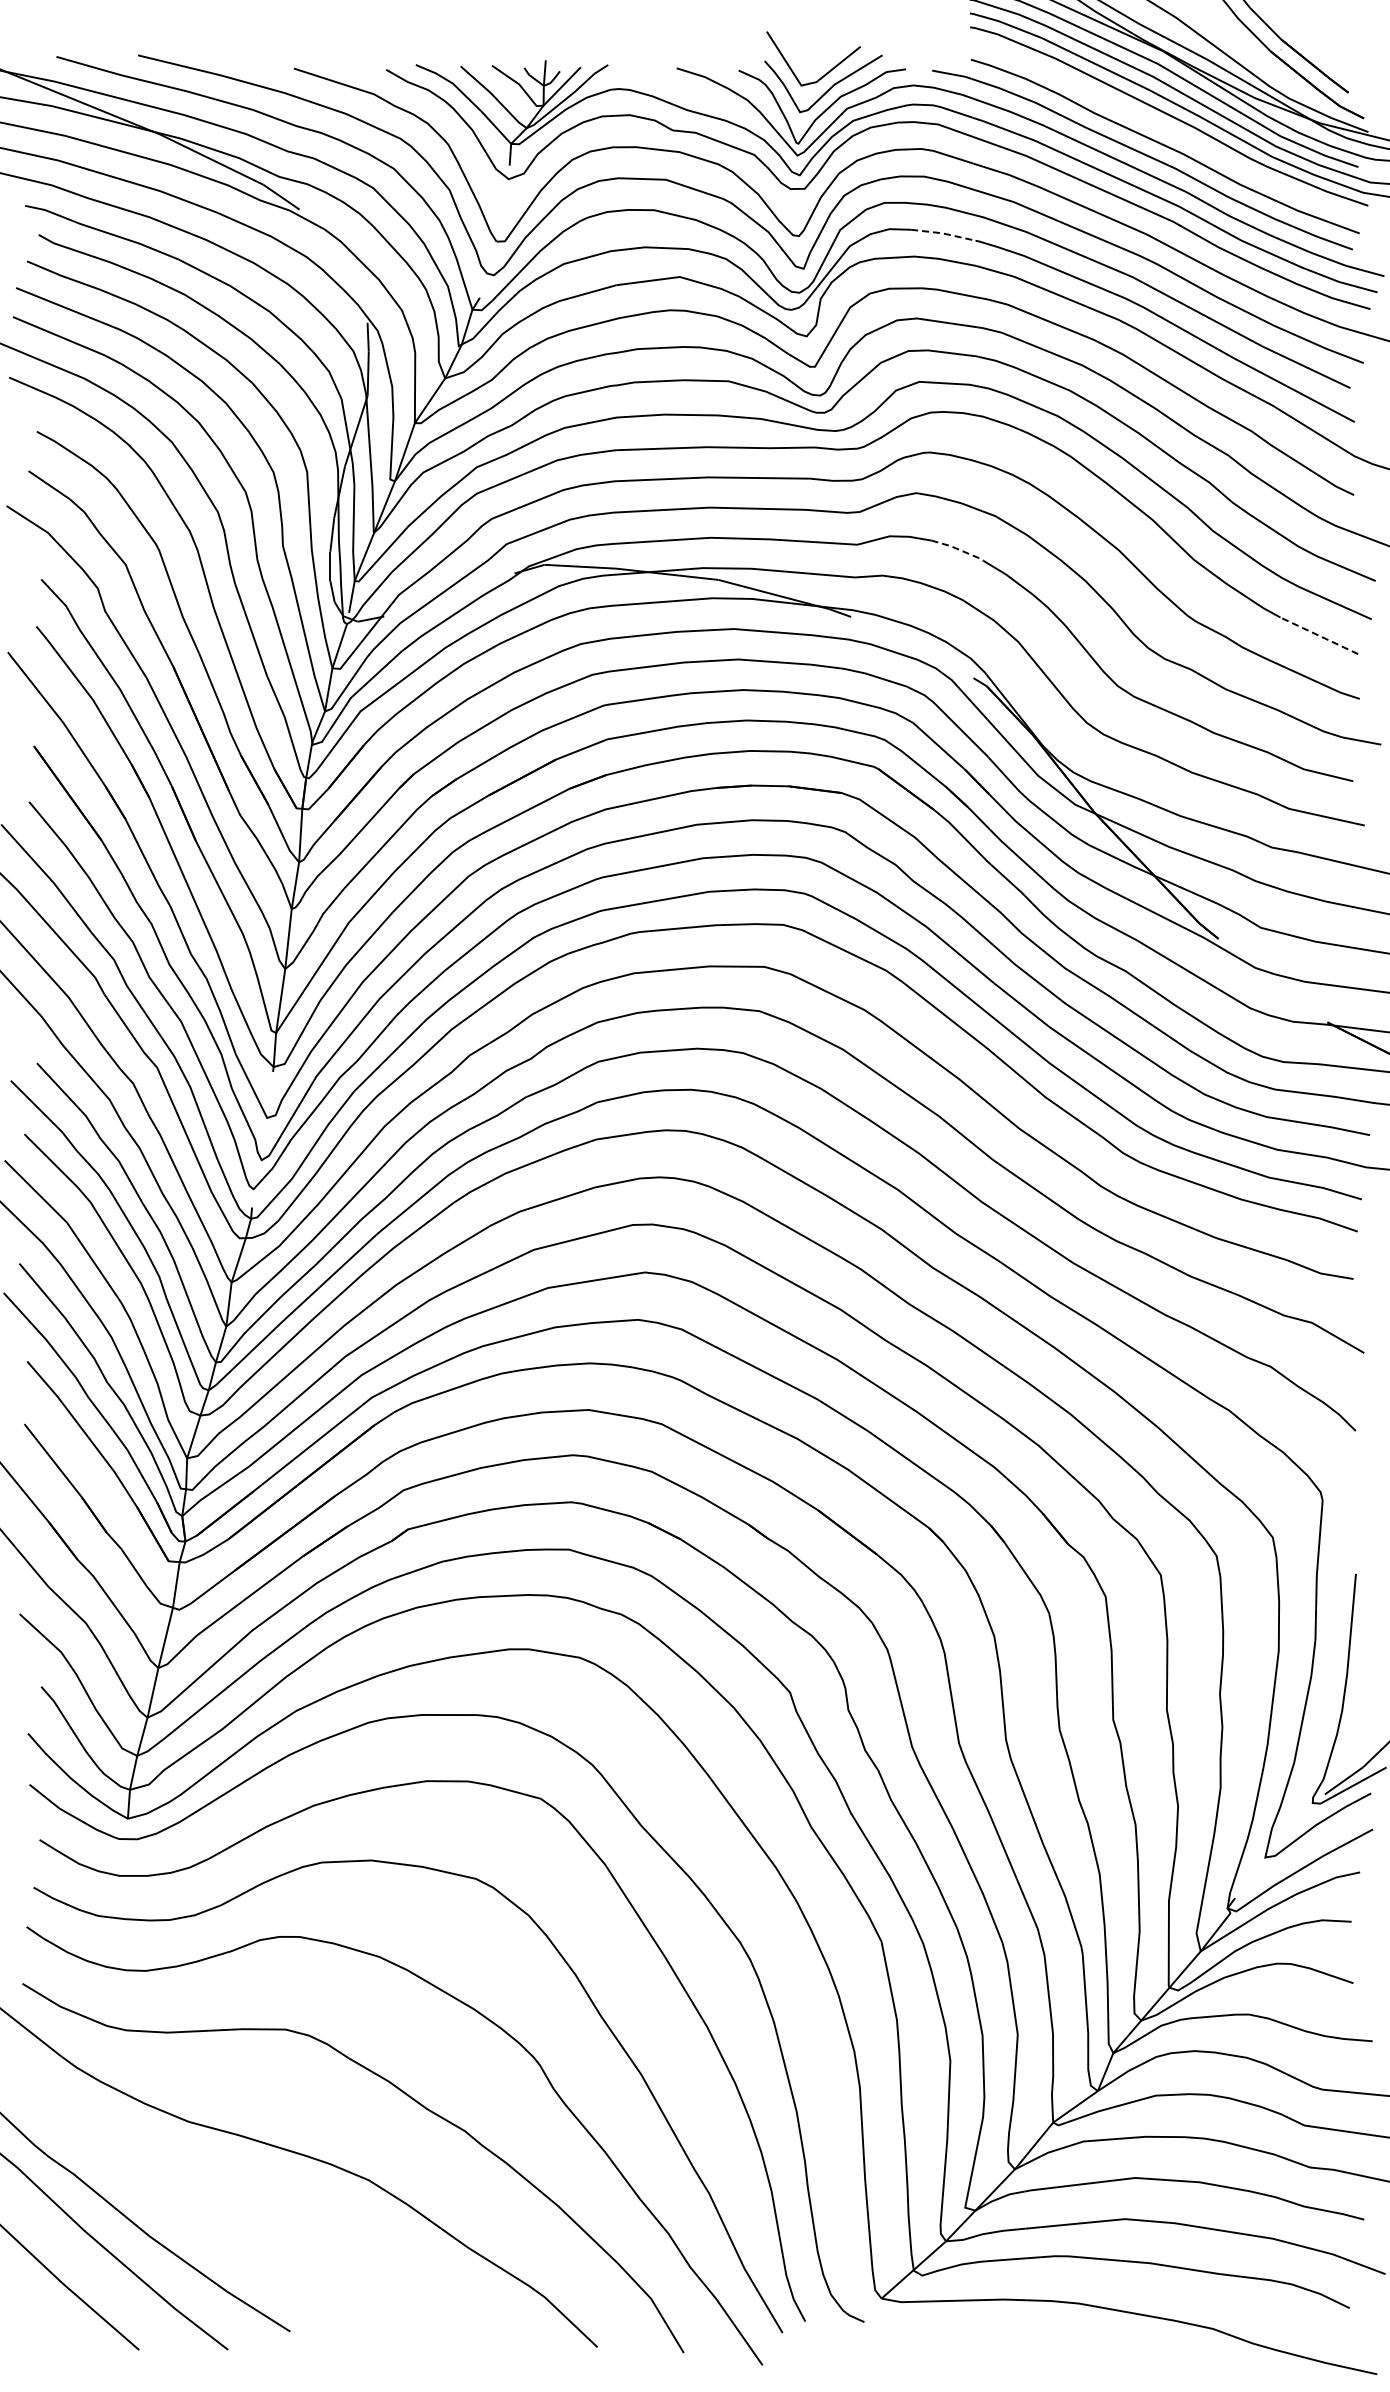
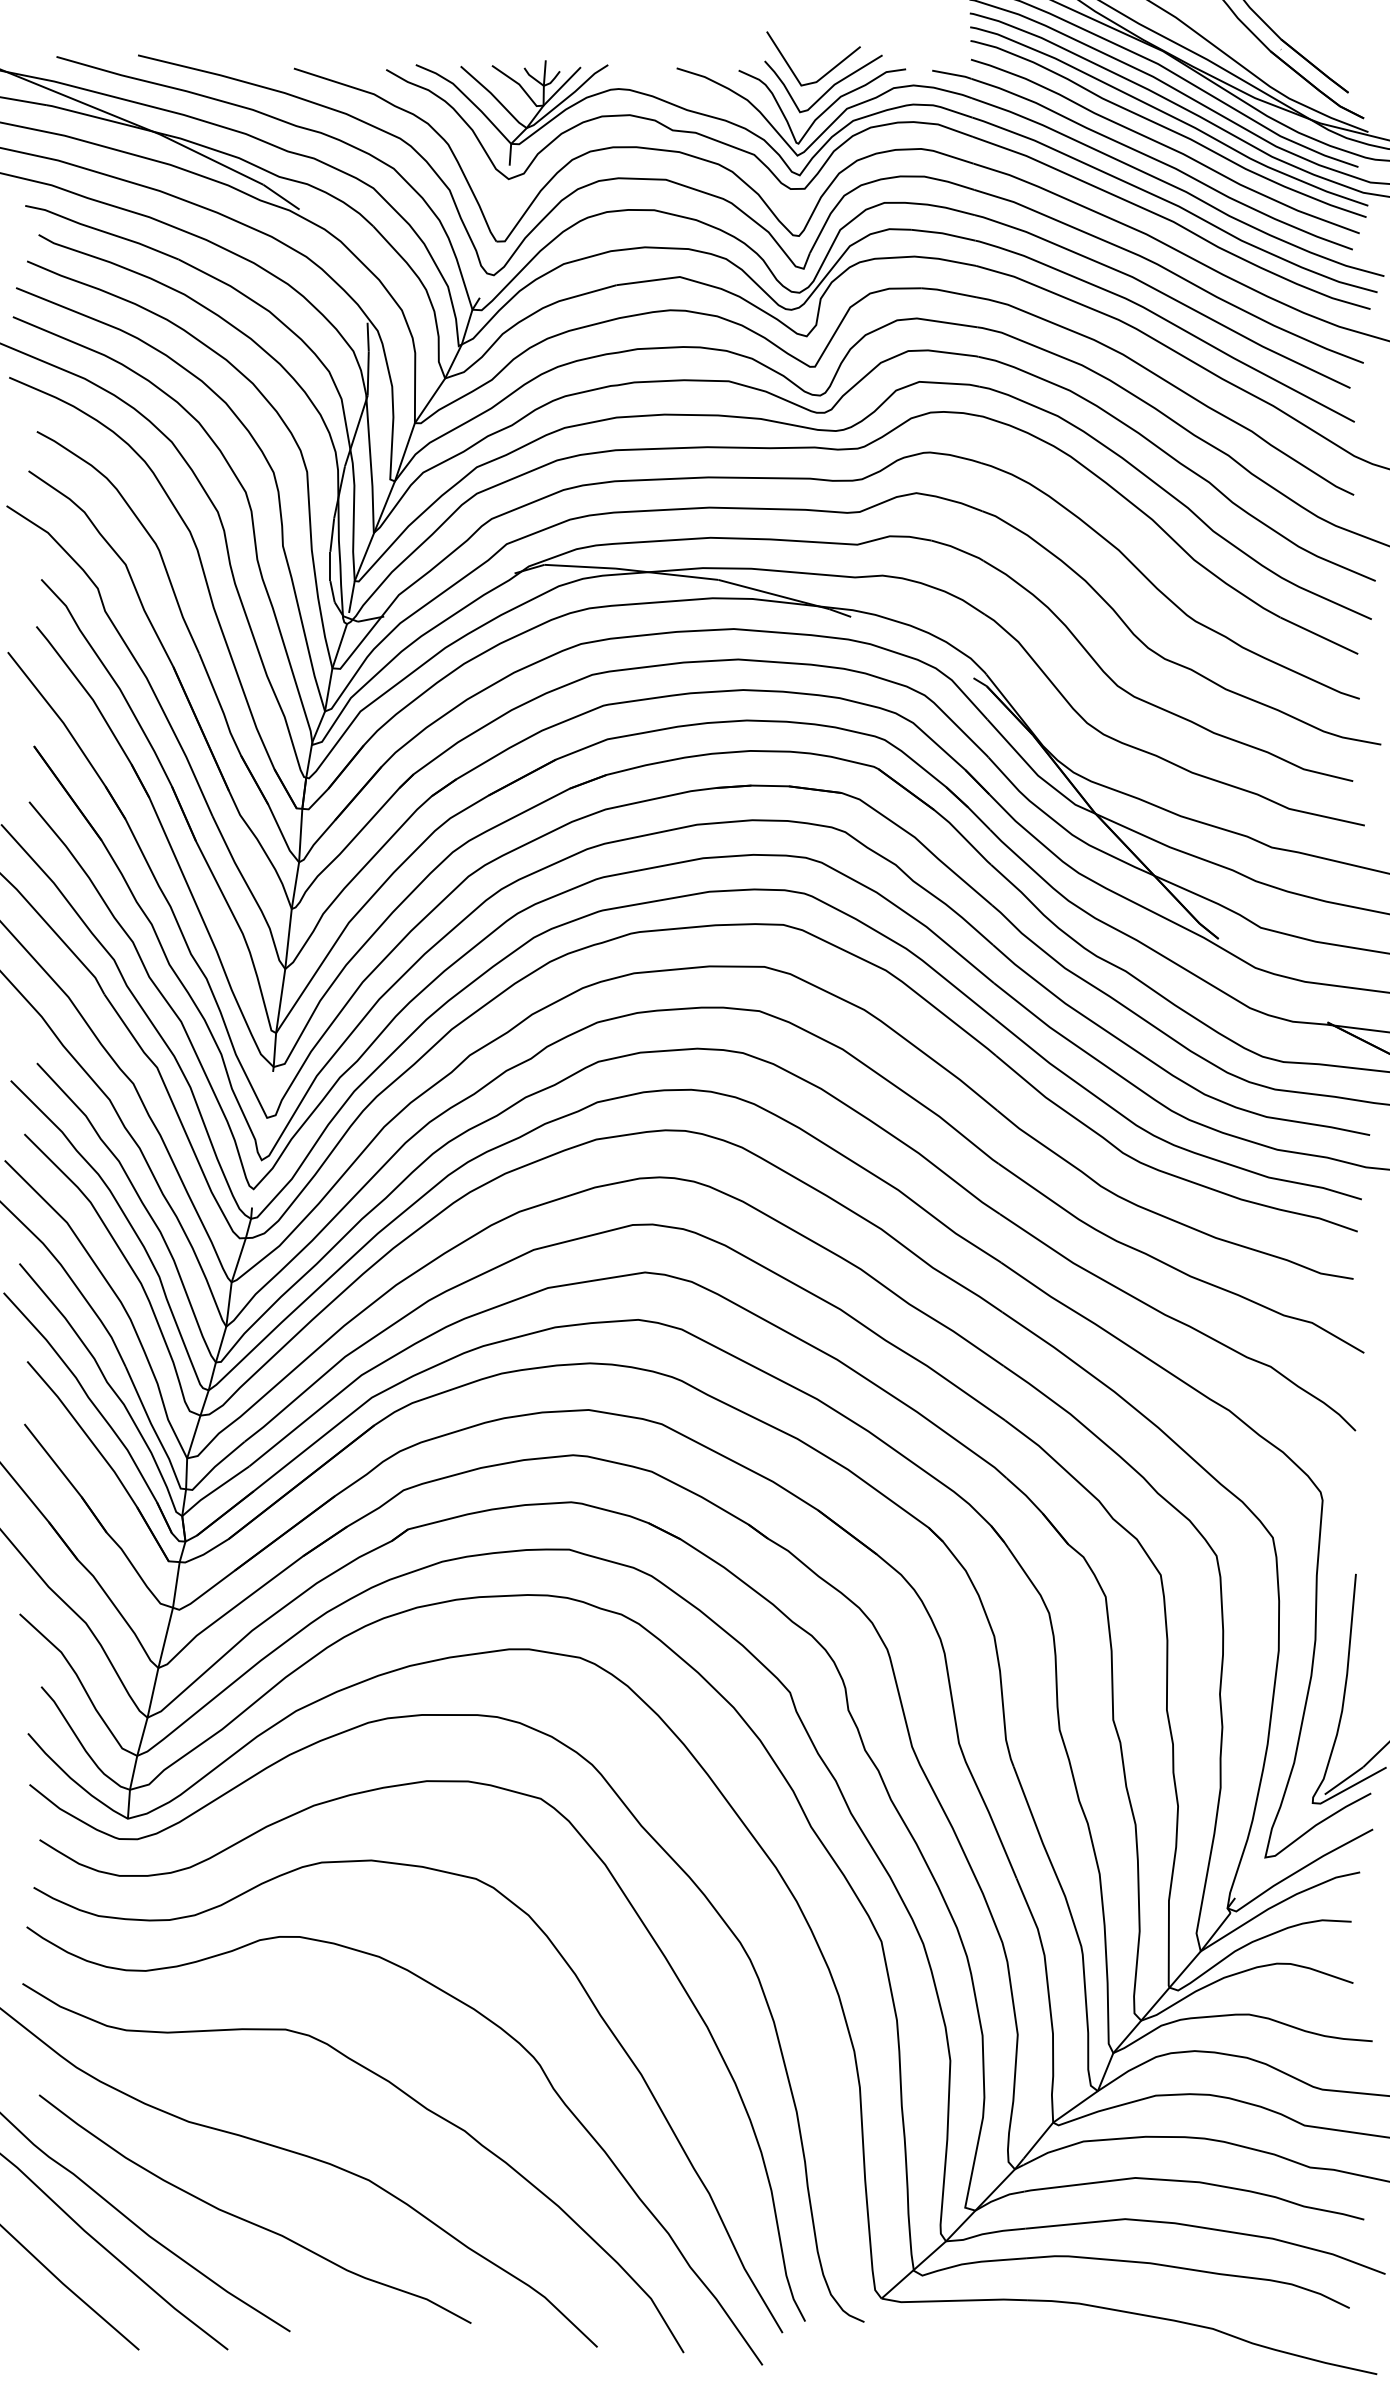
curve at (1168, 128): none -> present
line at (943, 233): dashed -> solid
line at (958, 549): dashed -> solid
line at (1319, 635): dashed -> solid
curve at (248, 2220): none -> present
